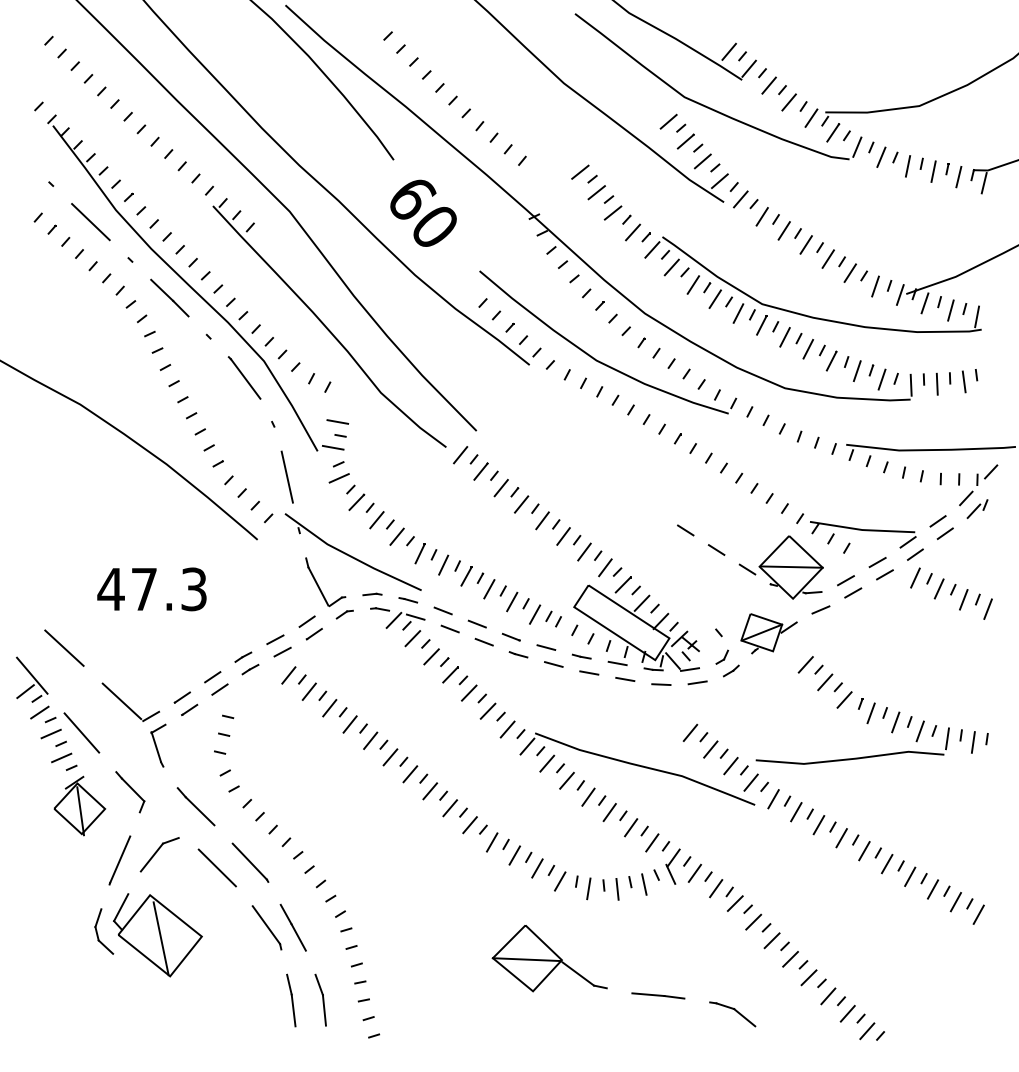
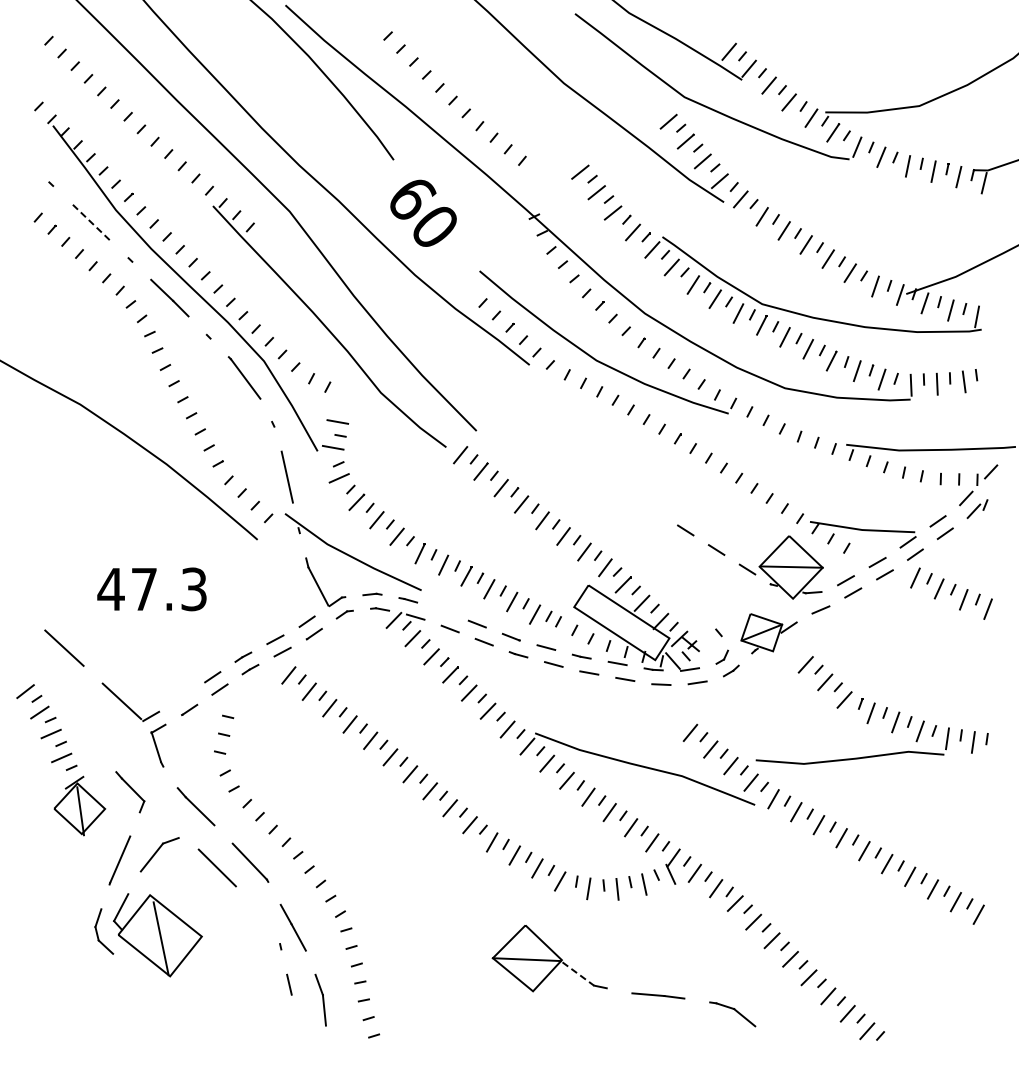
line at (90, 221): solid -> dashed
line at (442, 610): present -> none
line at (32, 675): present -> none
line at (181, 697): present -> none
line at (81, 732): present -> none
line at (266, 925): present -> none
line at (578, 973): solid -> dashed
line at (293, 1010): present -> none
